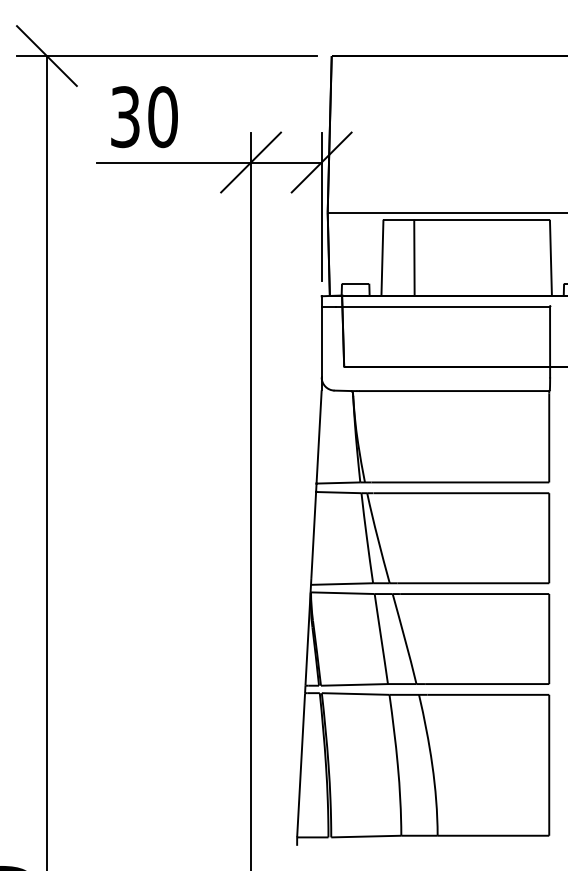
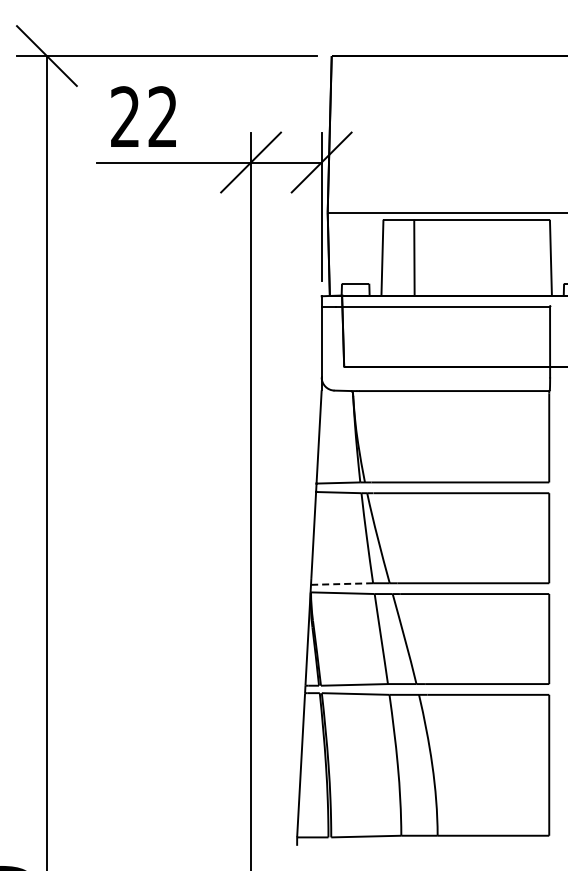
text at (144, 117): 30 -> 22
line at (341, 584): solid -> dashed
